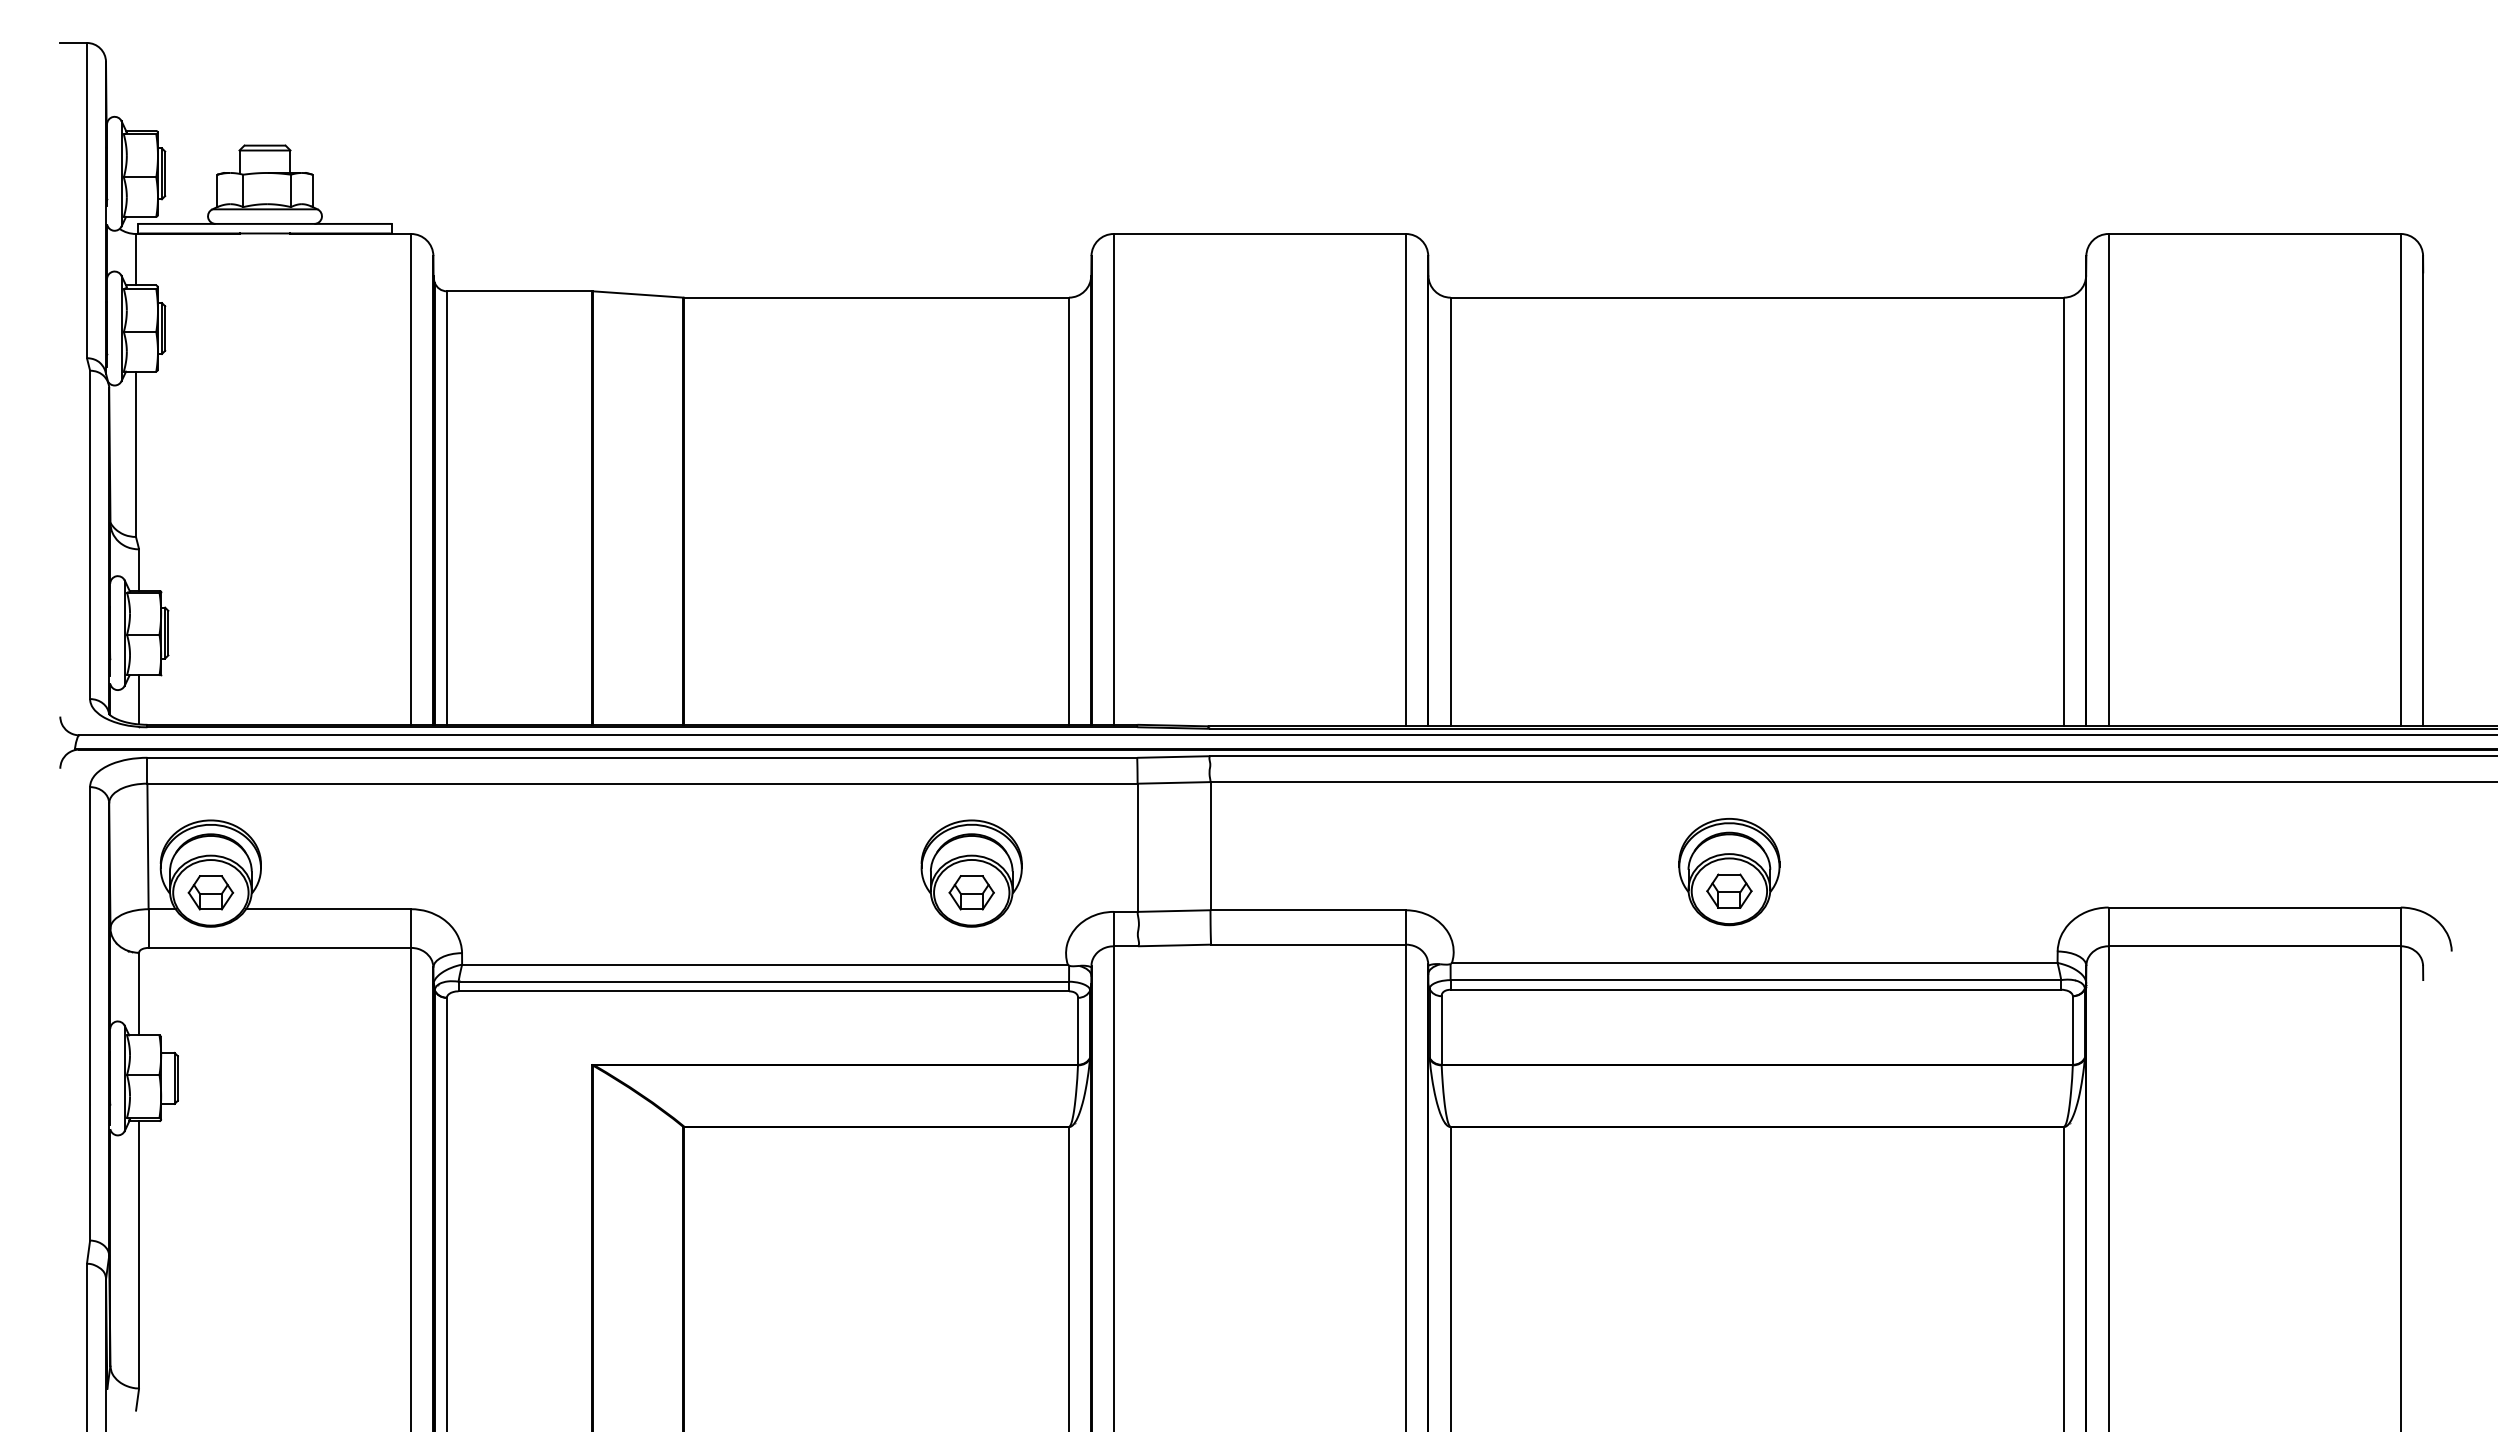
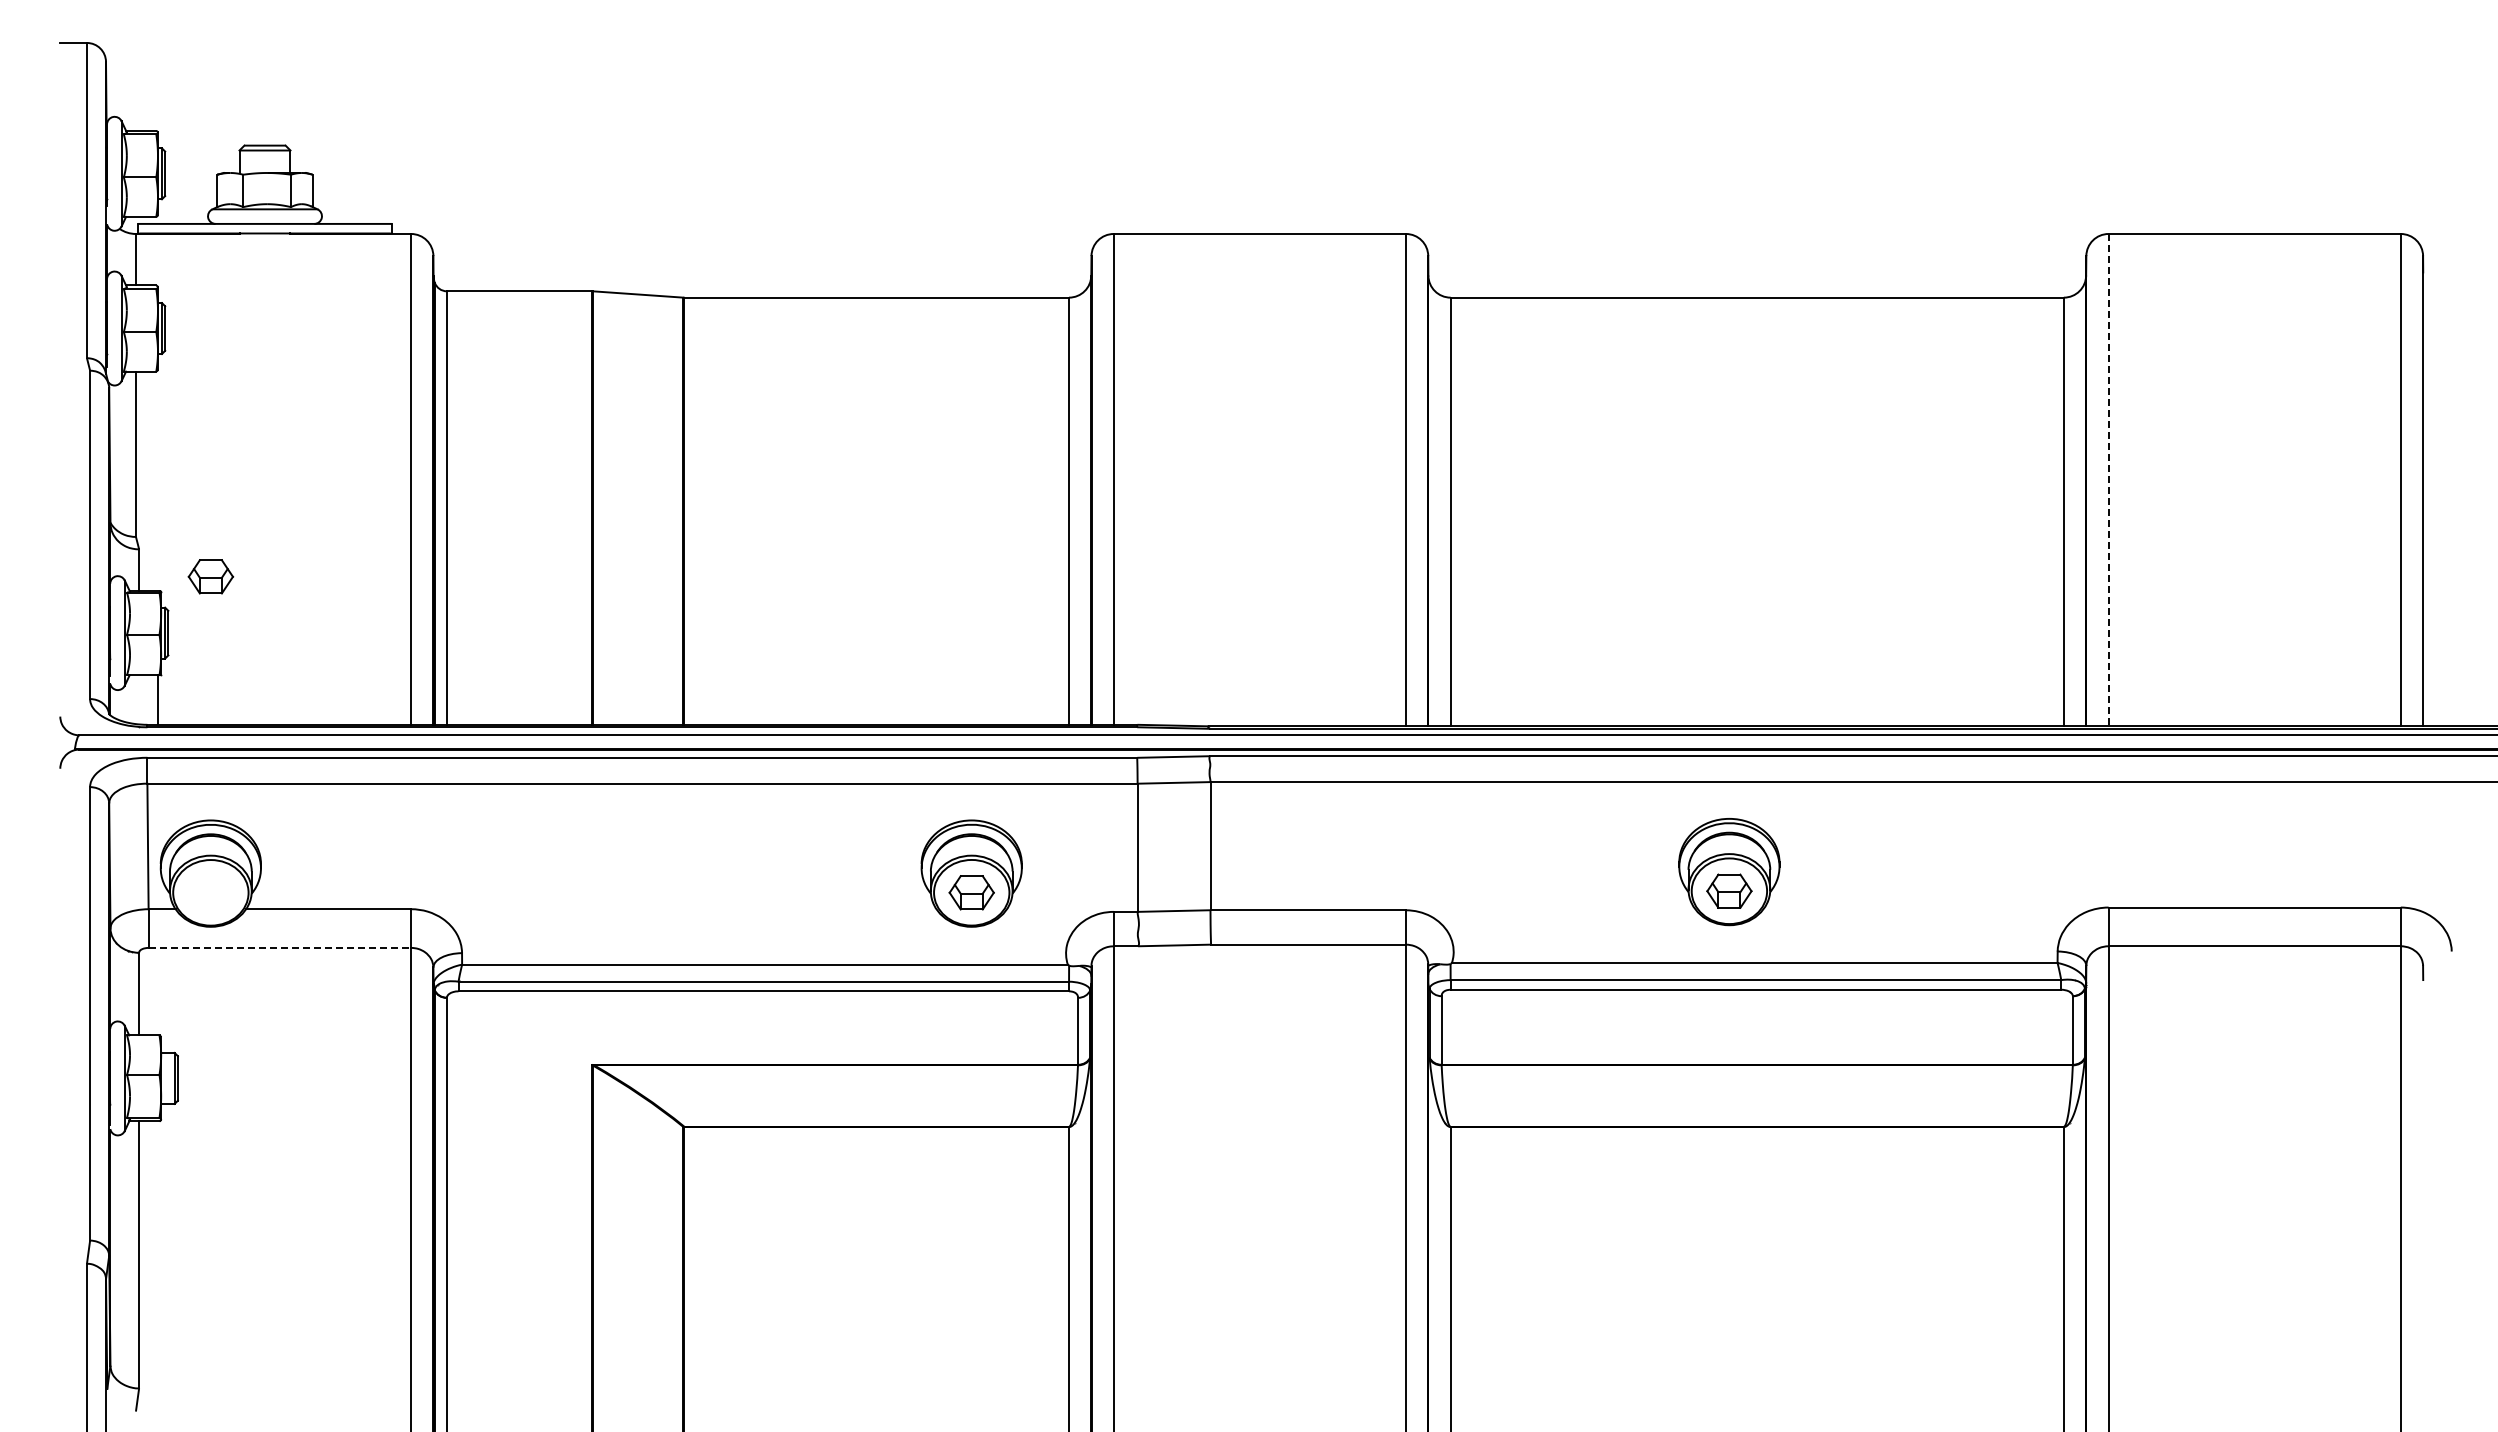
line at (2108, 480): solid -> dashed
line at (139, 699) position: (139, 699) -> (158, 699)
part at (210, 892) position: (210, 892) -> (210, 576)
line at (280, 947): solid -> dashed
